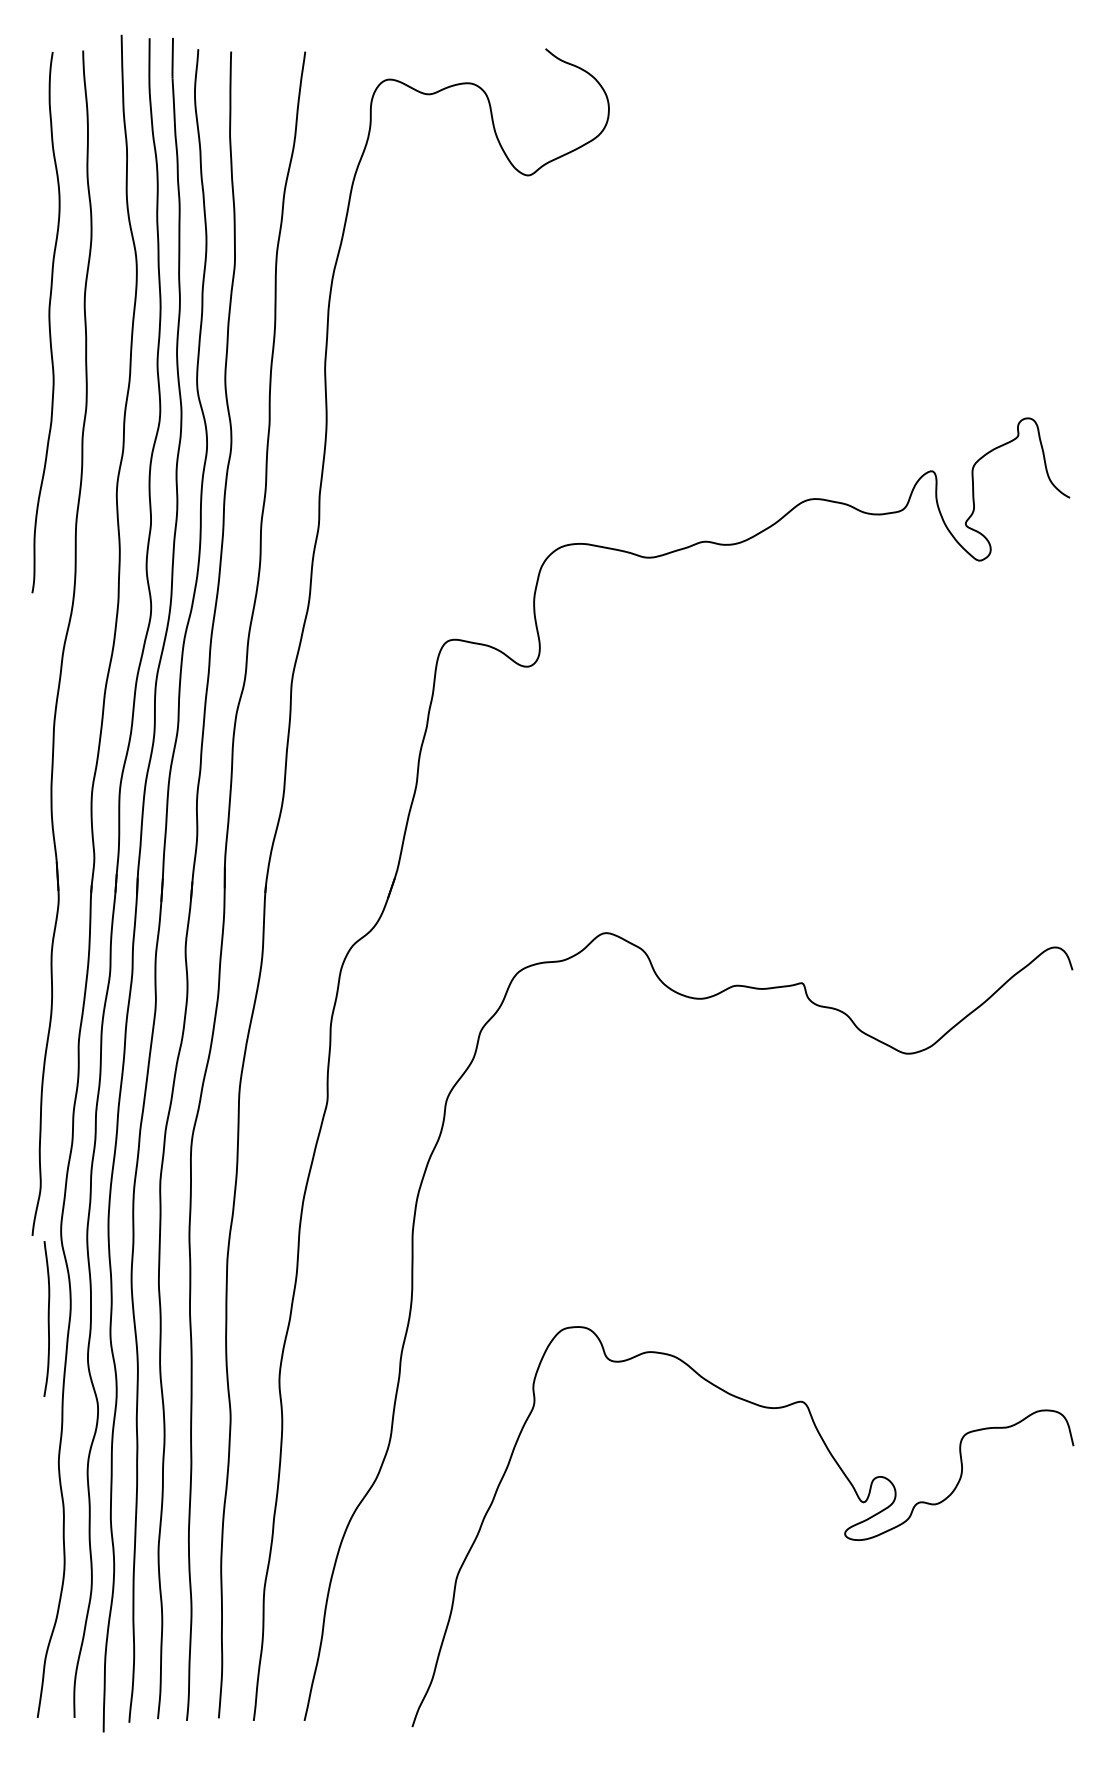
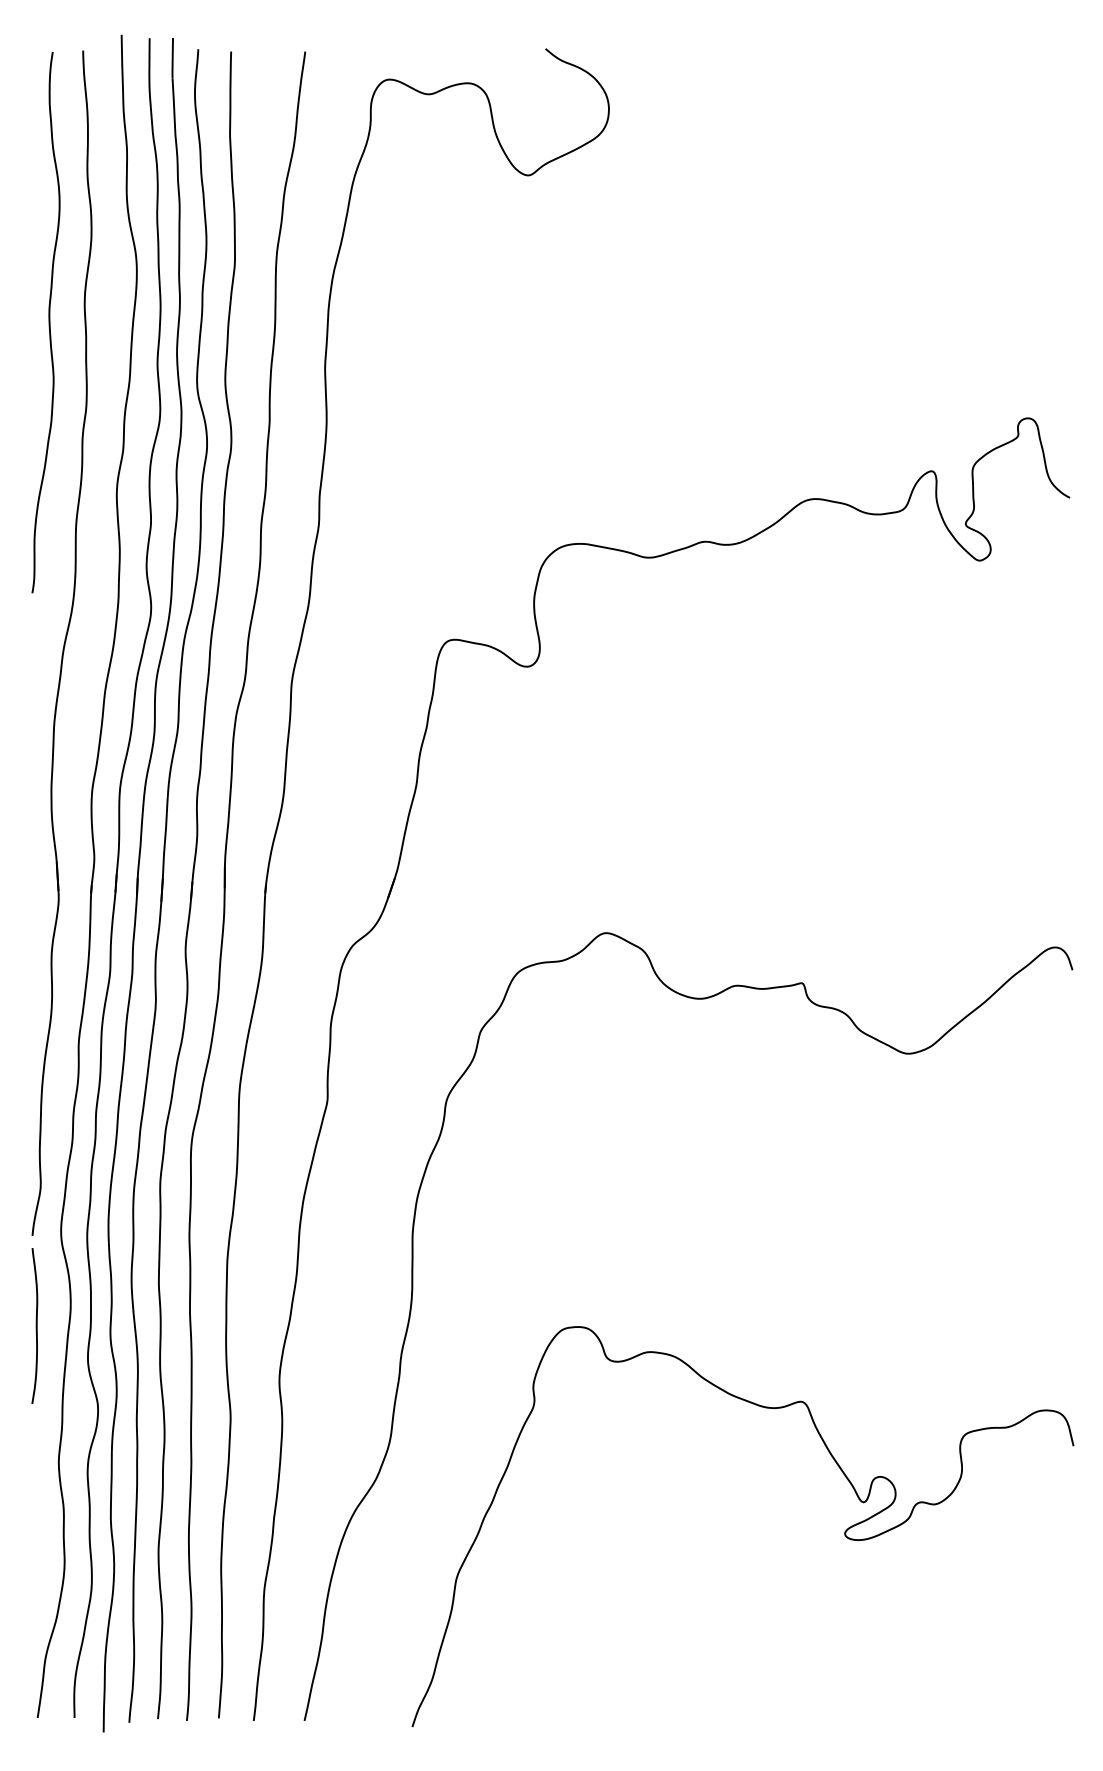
curve at (47, 1318) position: (47, 1318) -> (35, 1325)
